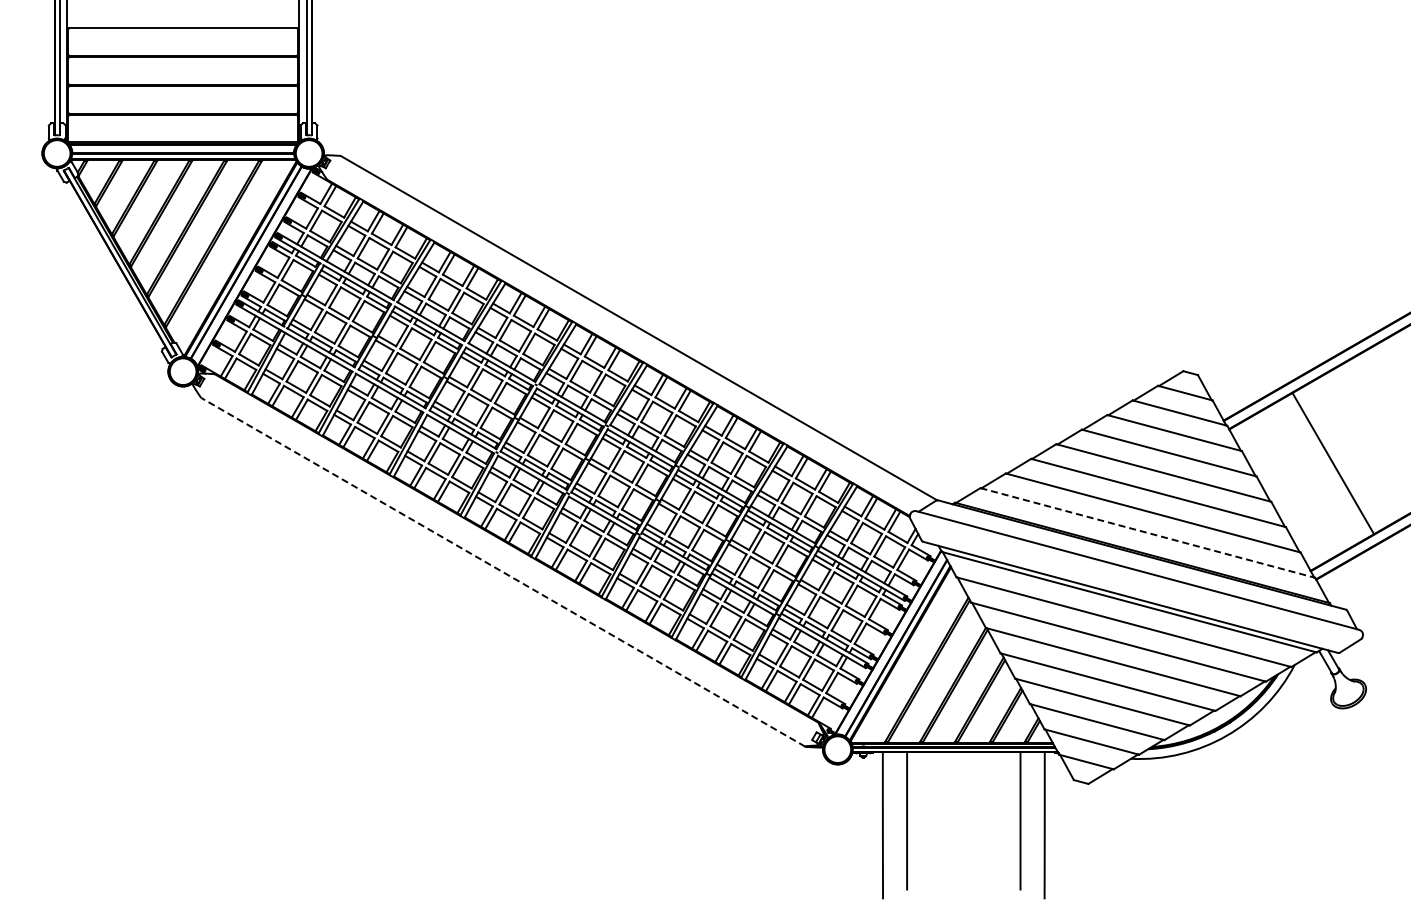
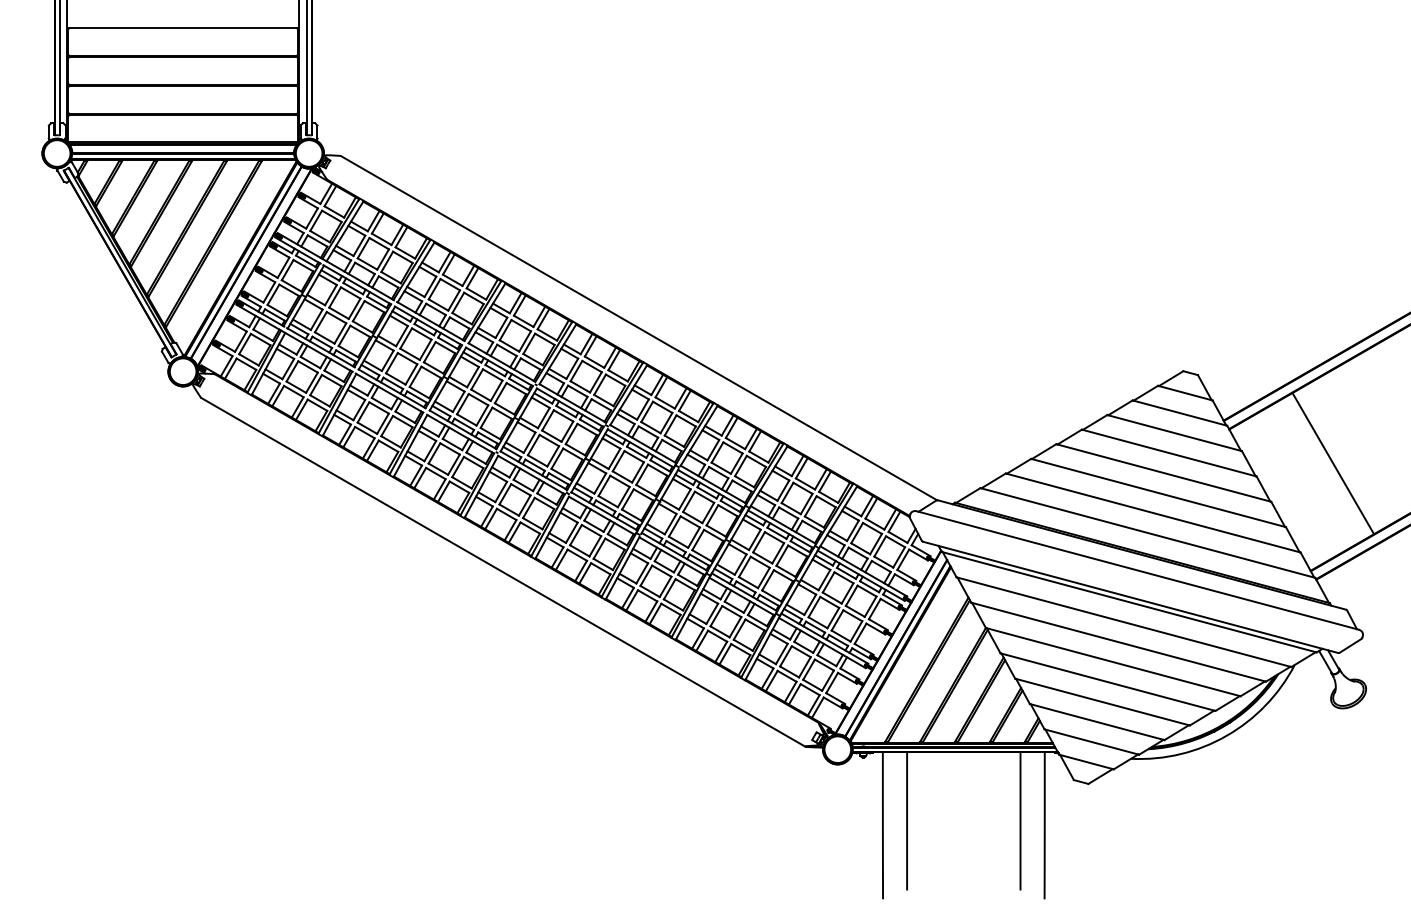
line at (1148, 533): dashed -> solid
line at (503, 572): dashed -> solid
